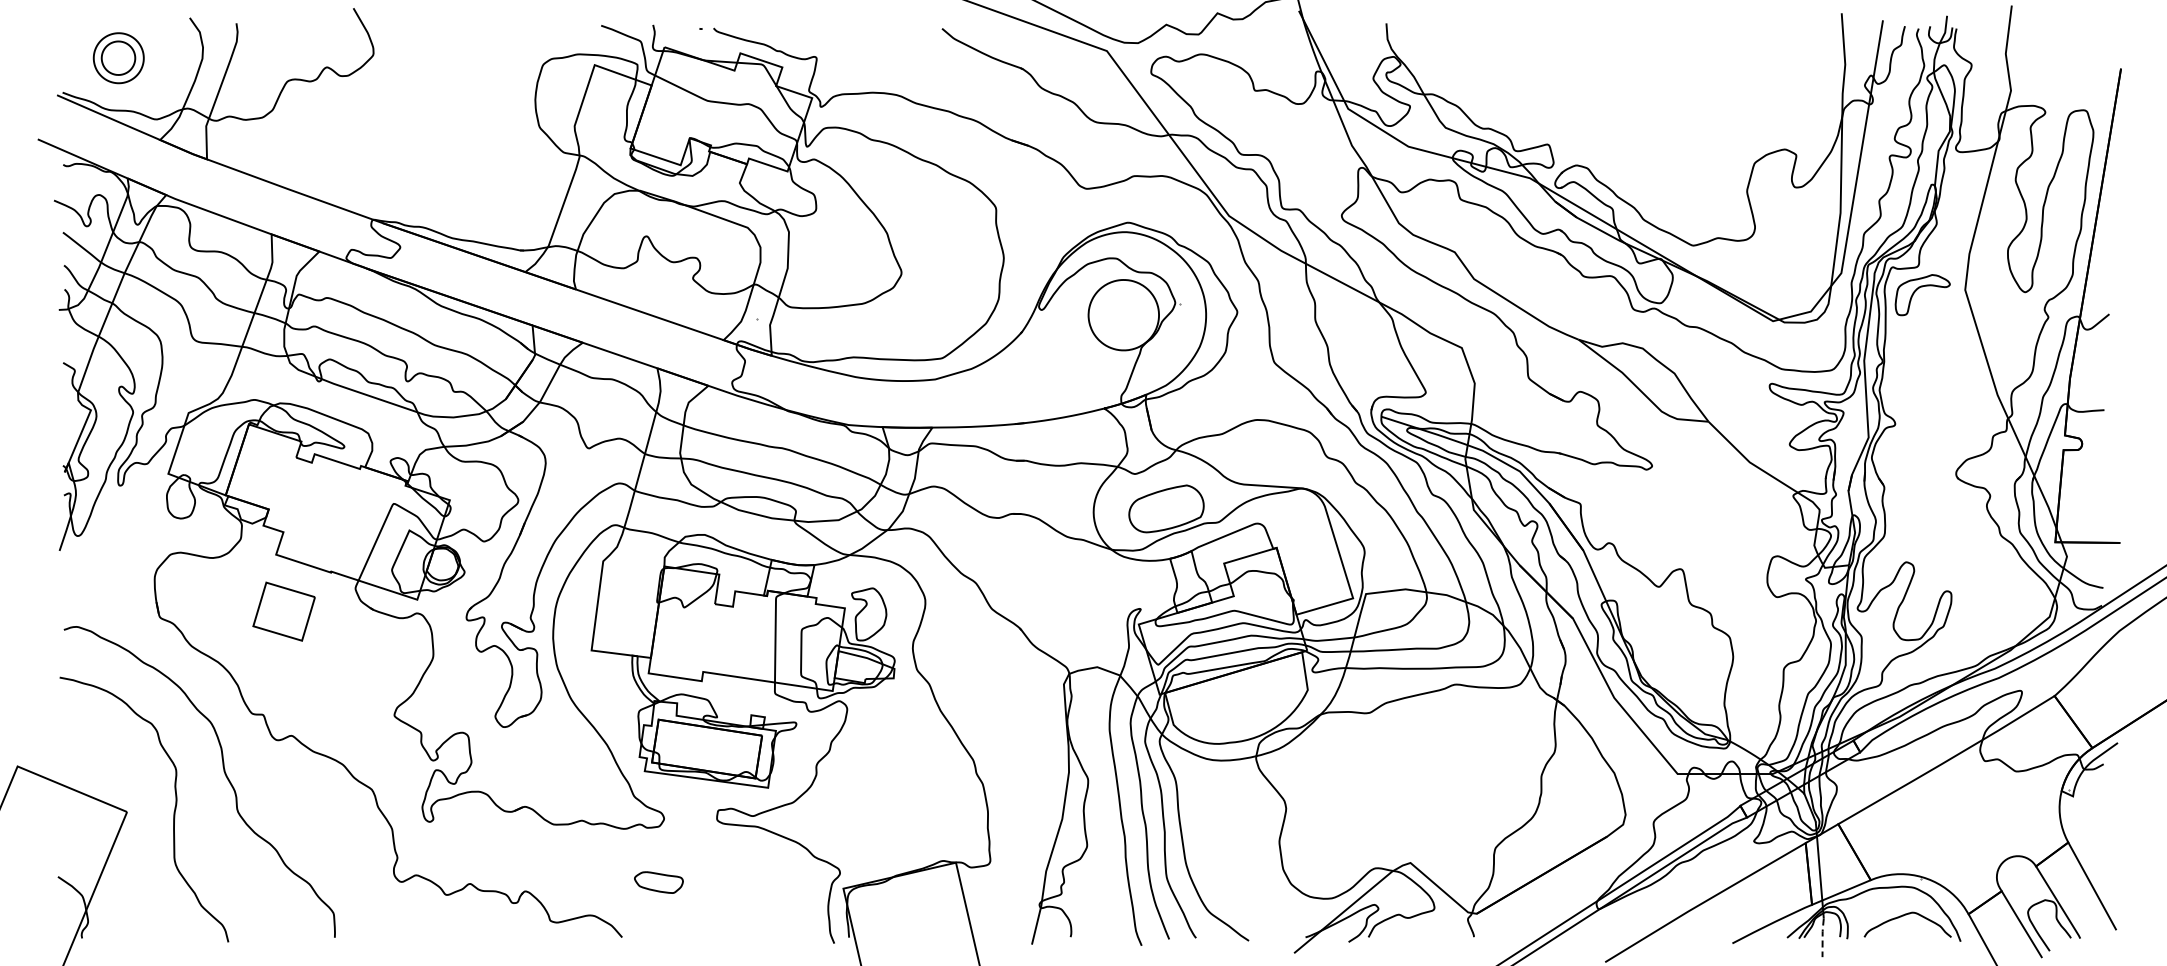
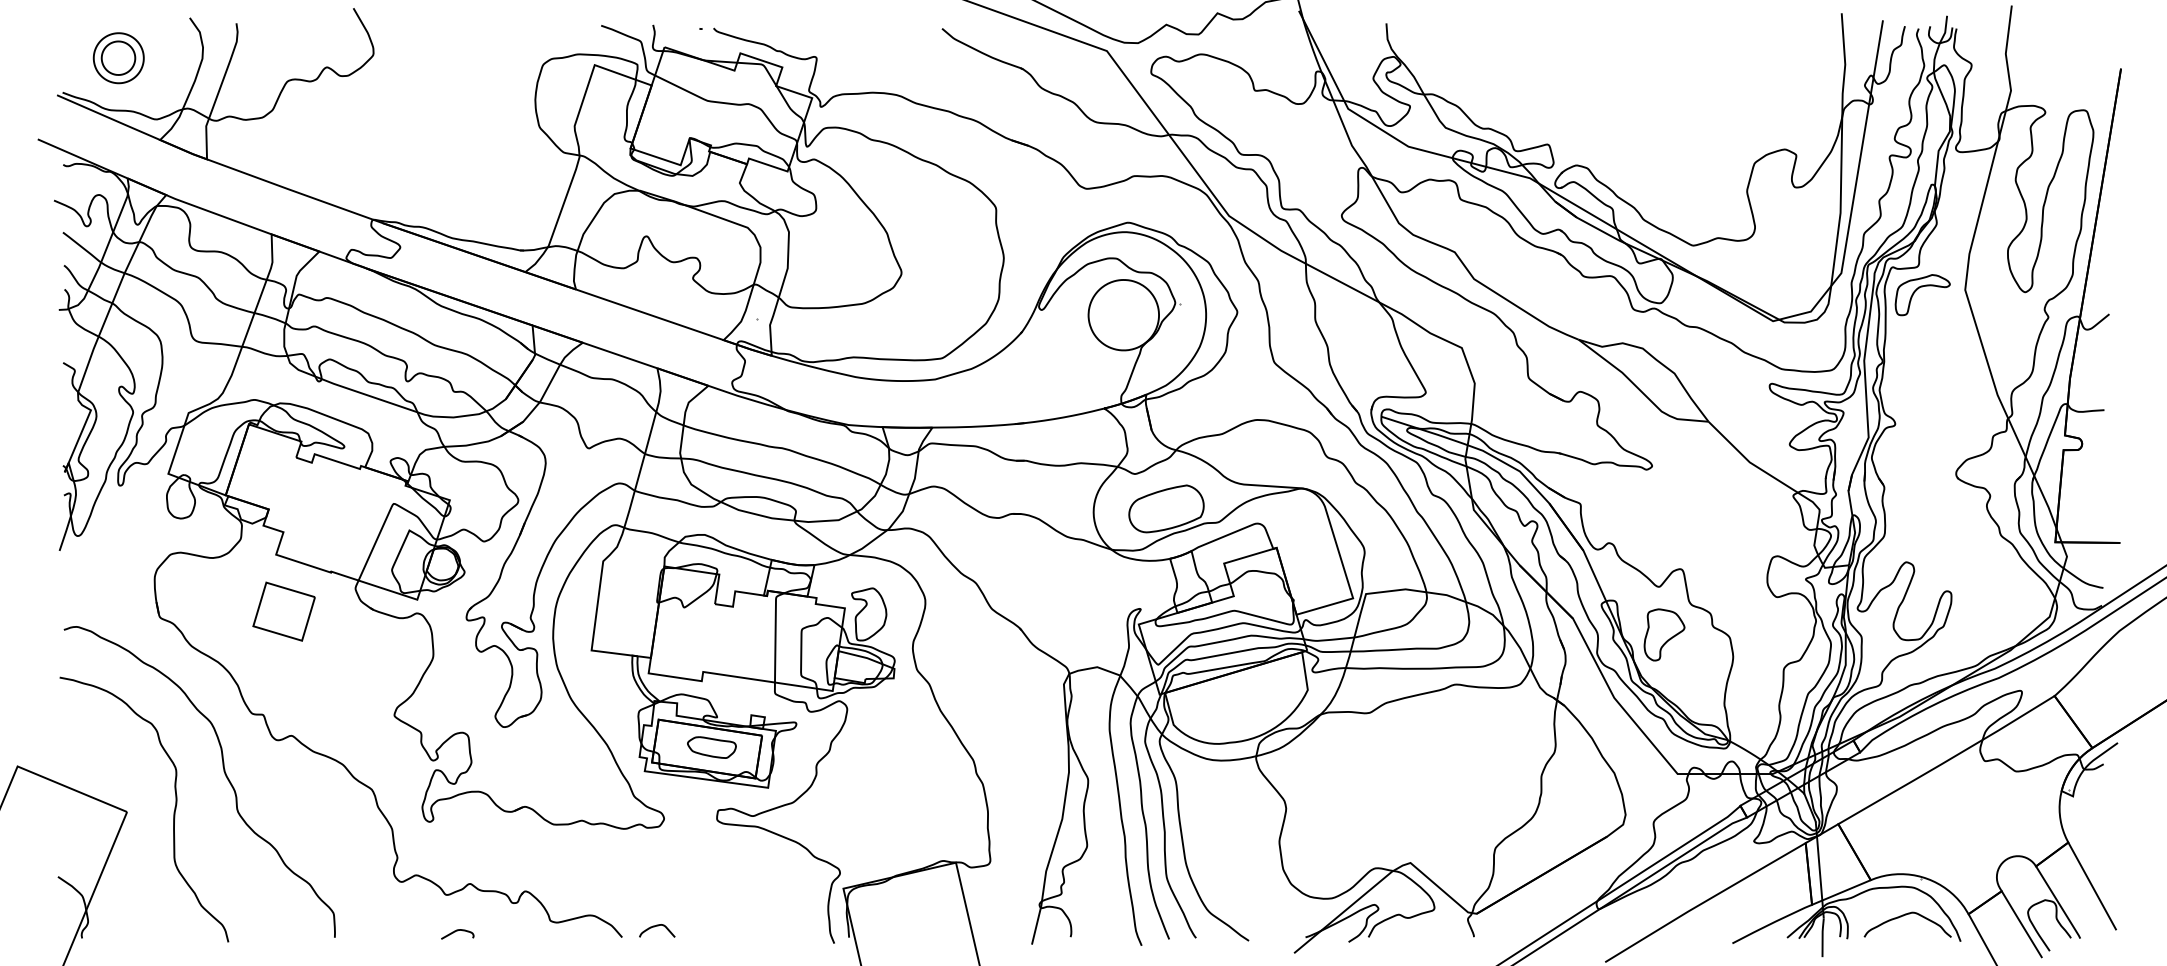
part at (1664, 634): none -> present
part at (658, 882) position: (658, 882) -> (711, 747)
curve at (657, 926): none -> present
curve at (455, 932): none -> present
line at (1822, 936): dashed -> solid
